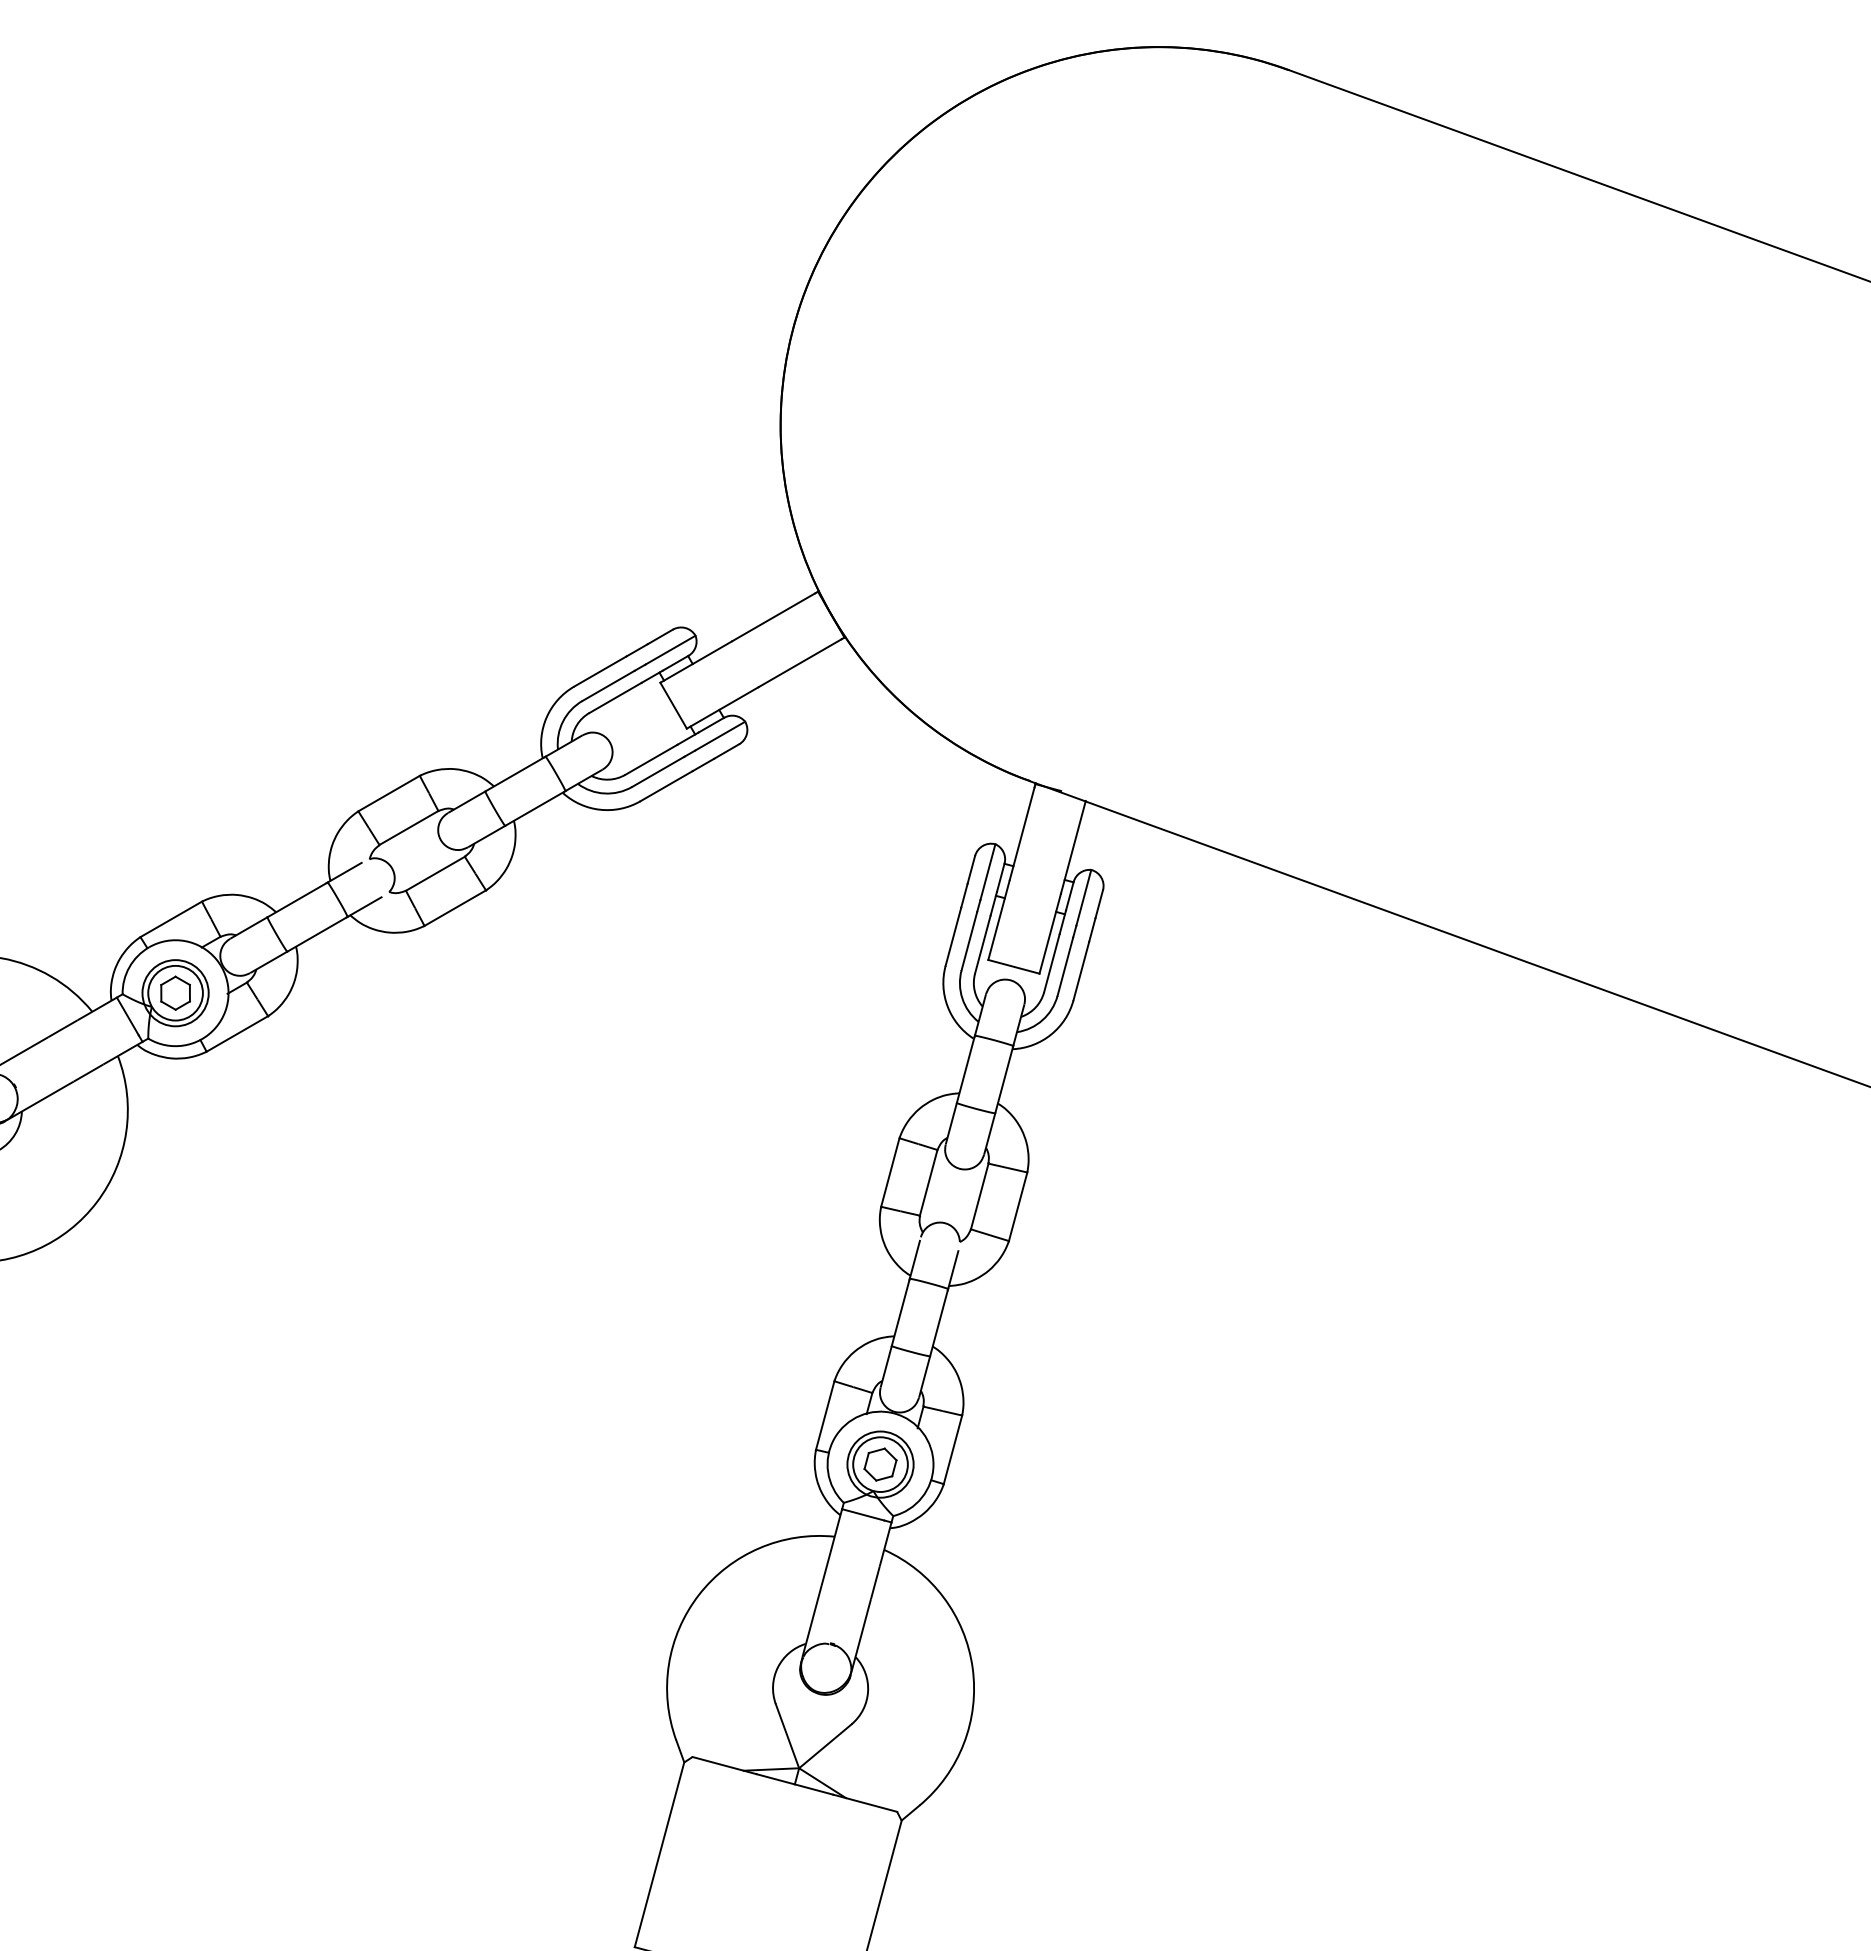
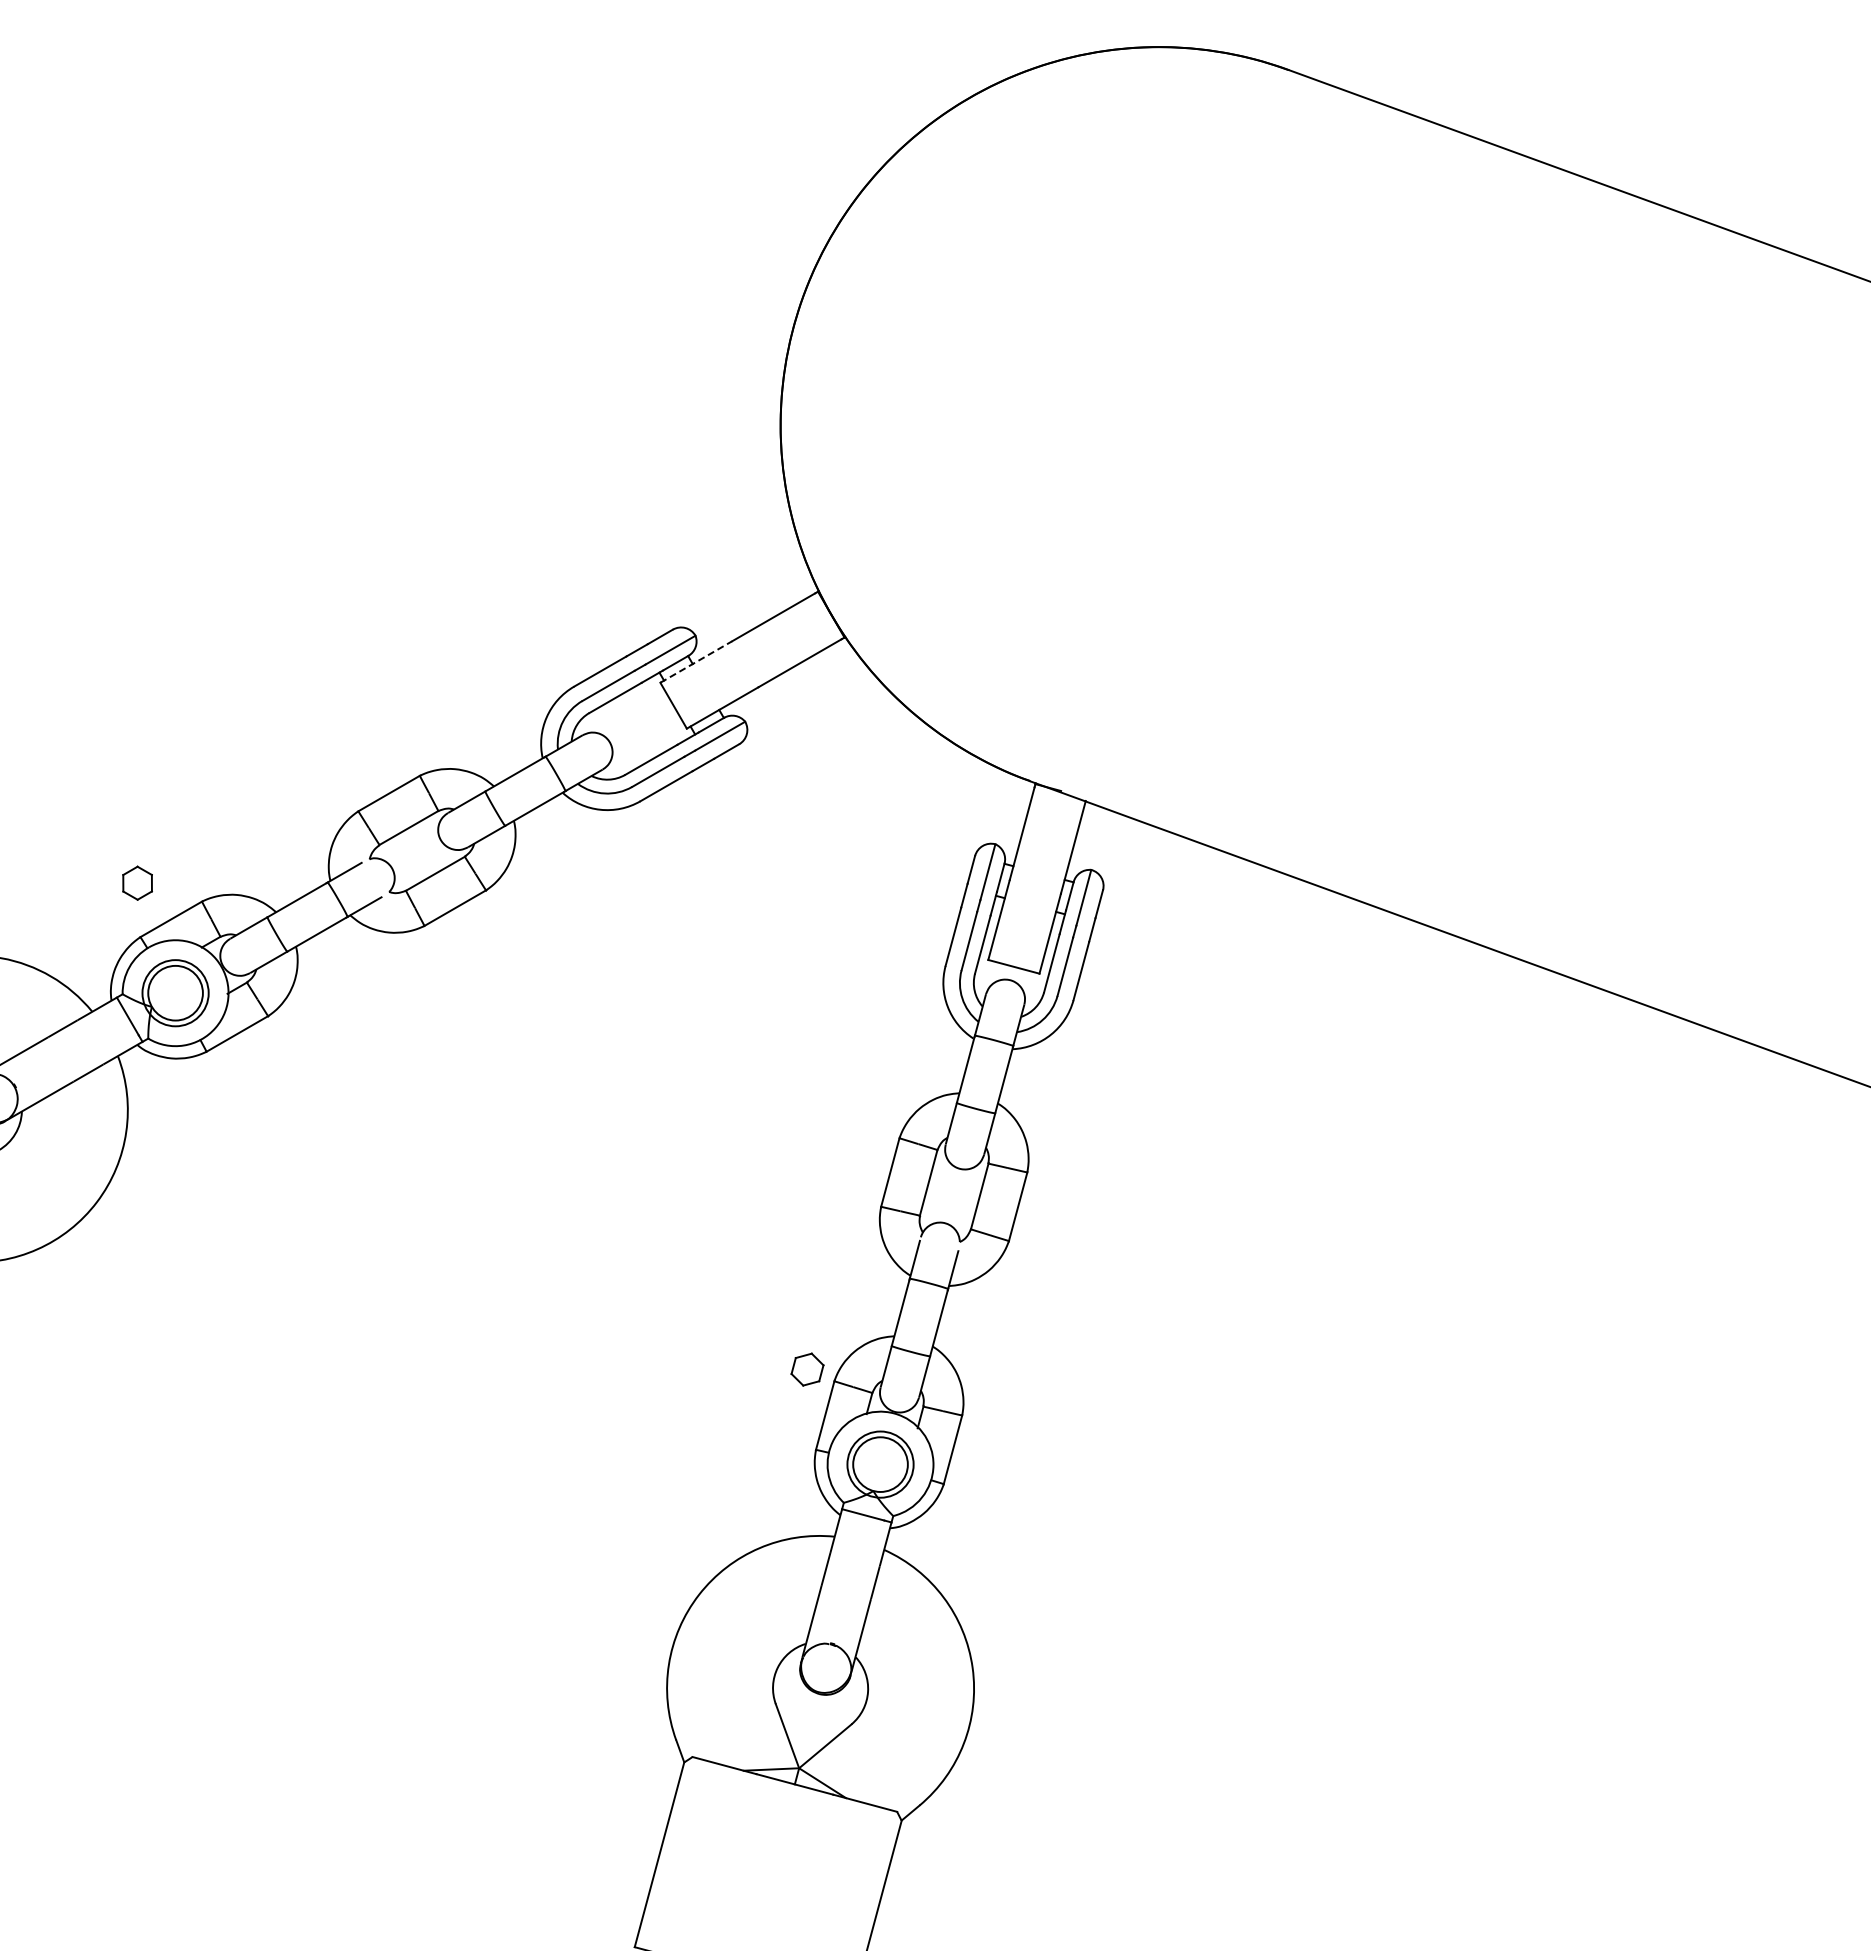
line at (696, 661): solid -> dashed
part at (175, 992) position: (175, 992) -> (137, 882)
part at (880, 1464) position: (880, 1464) -> (807, 1369)
